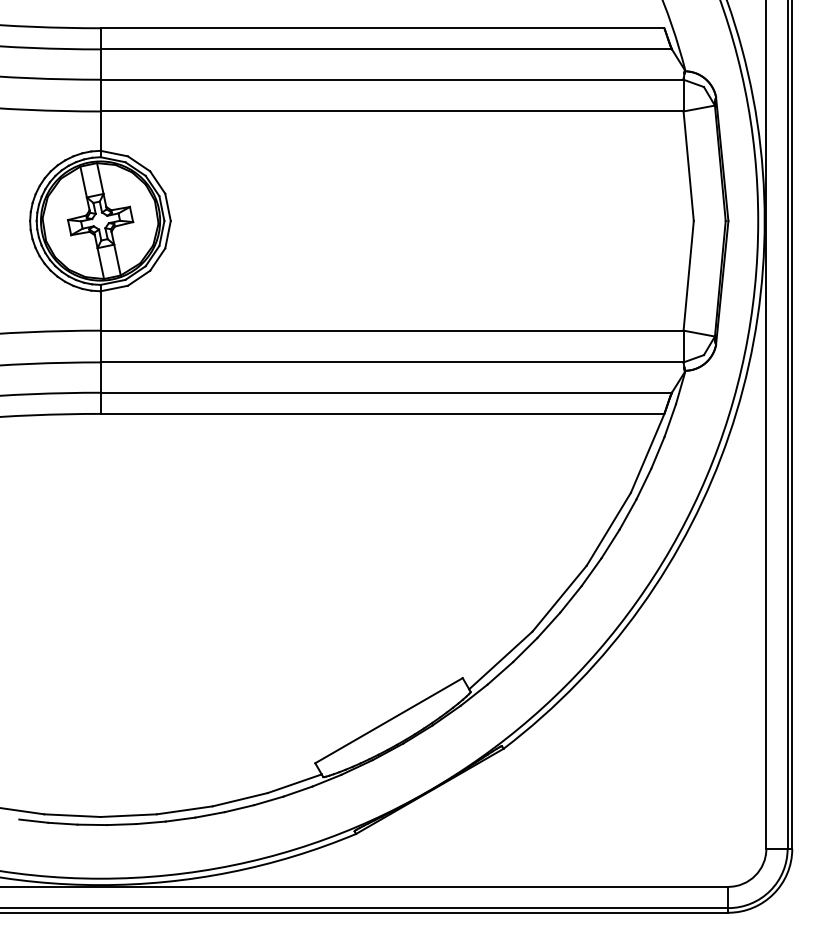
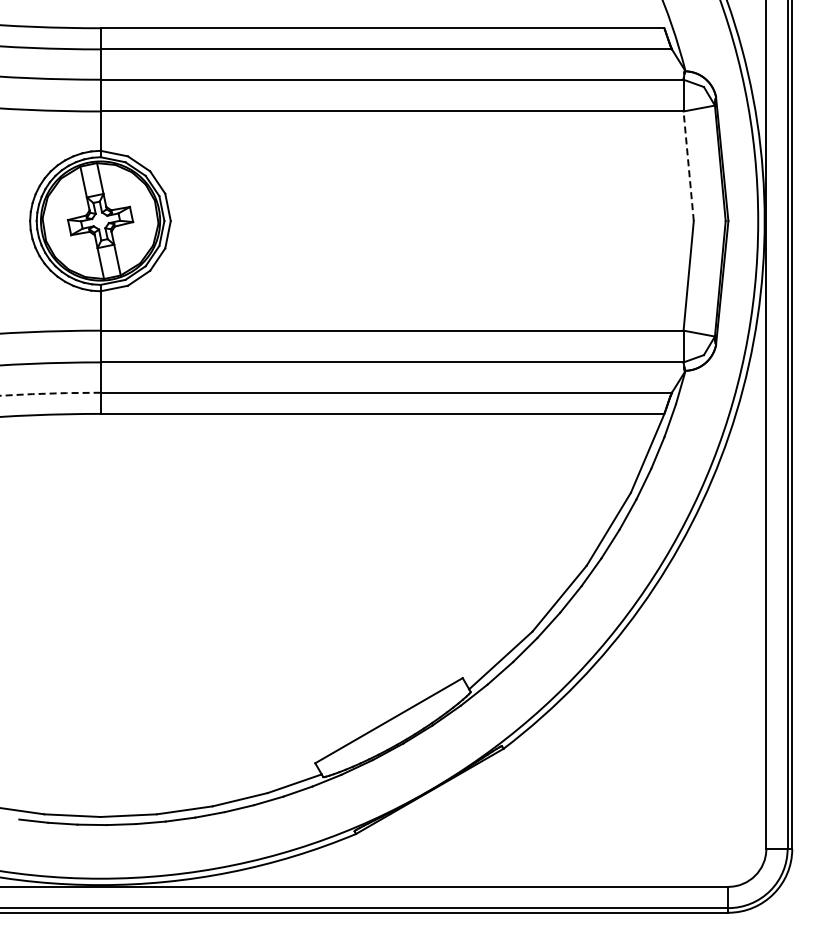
line at (688, 165): solid -> dashed
arc at (49, 393): solid -> dashed
